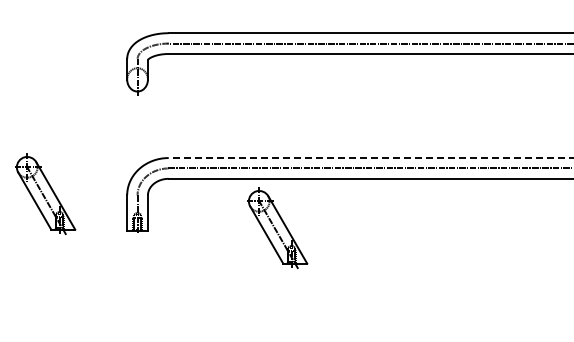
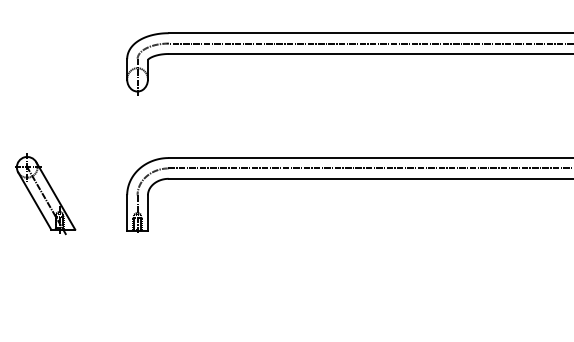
line at (370, 158): dashed -> solid
part at (277, 228): present -> none
